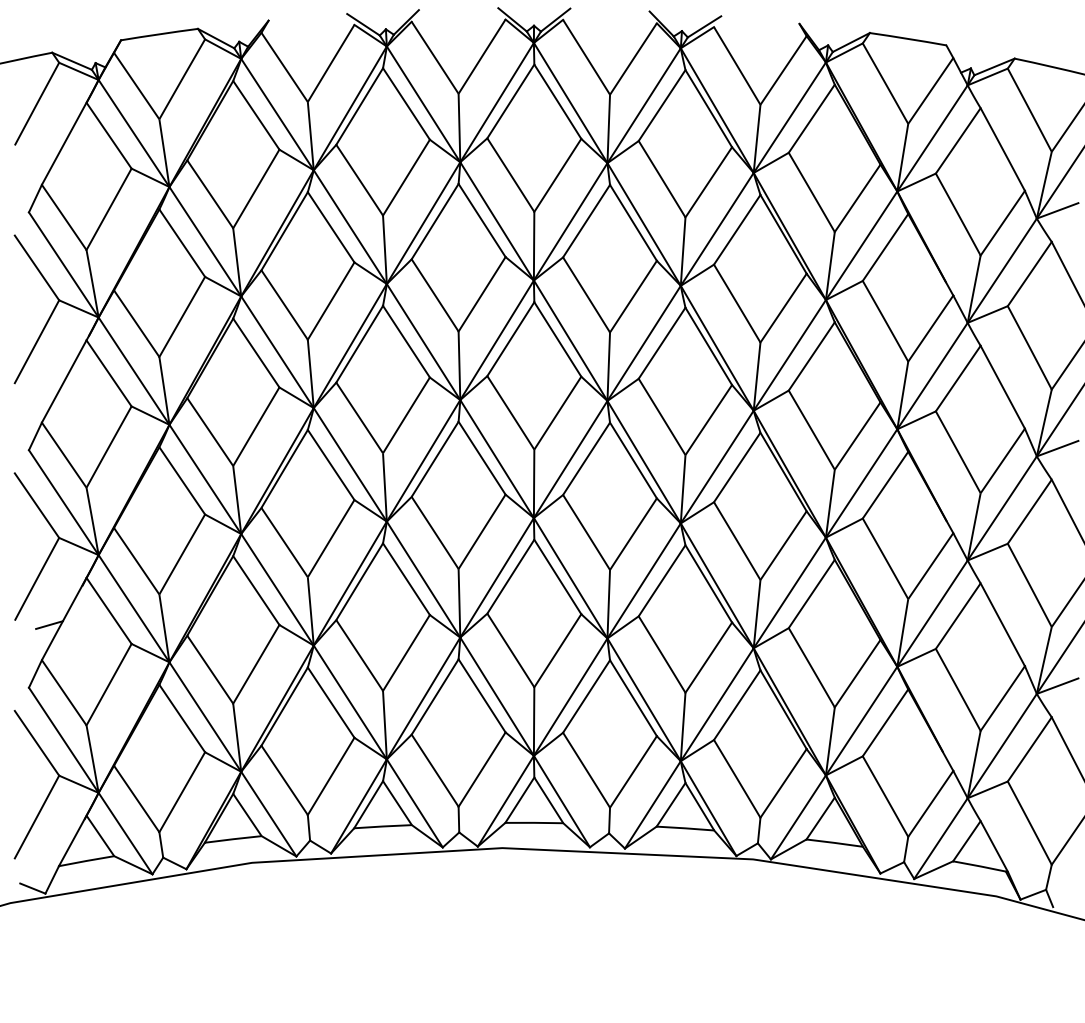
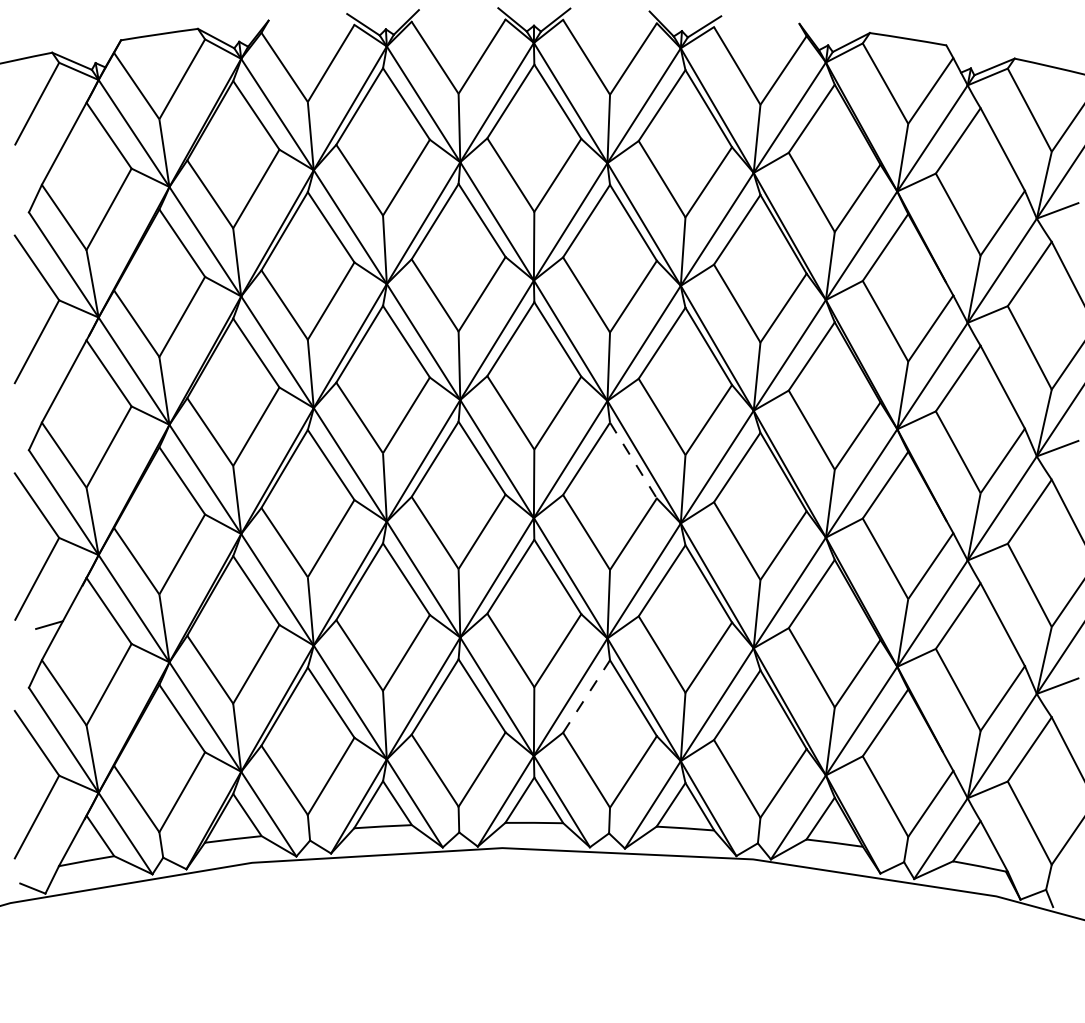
line at (633, 460): solid -> dashed
line at (586, 696): solid -> dashed
